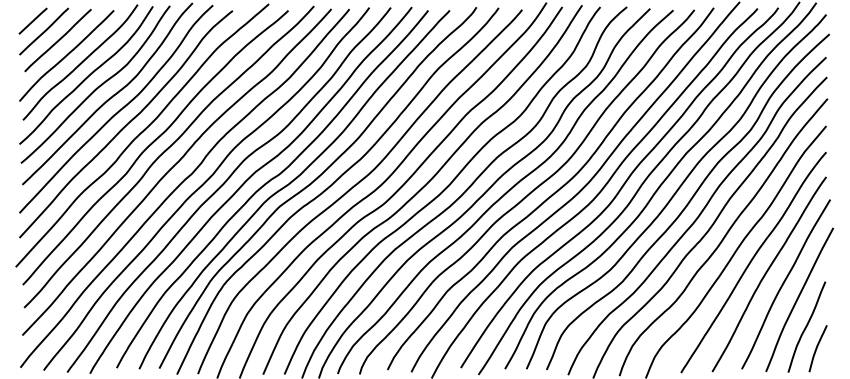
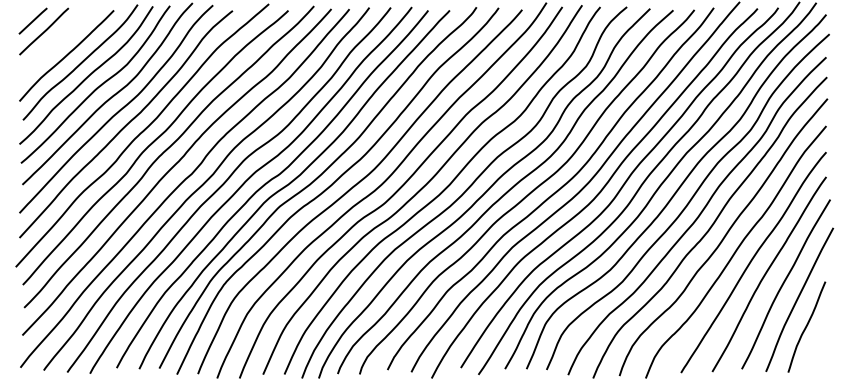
line at (57, 40): present -> none
curve at (817, 348): present -> none
